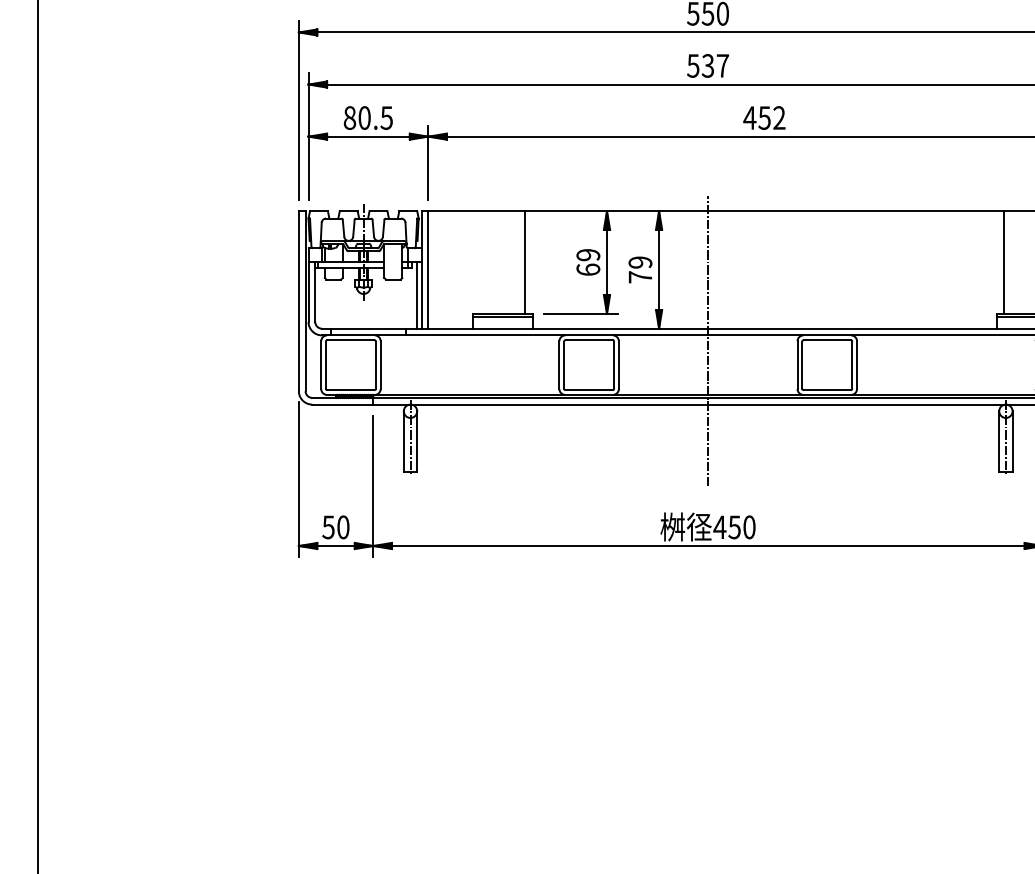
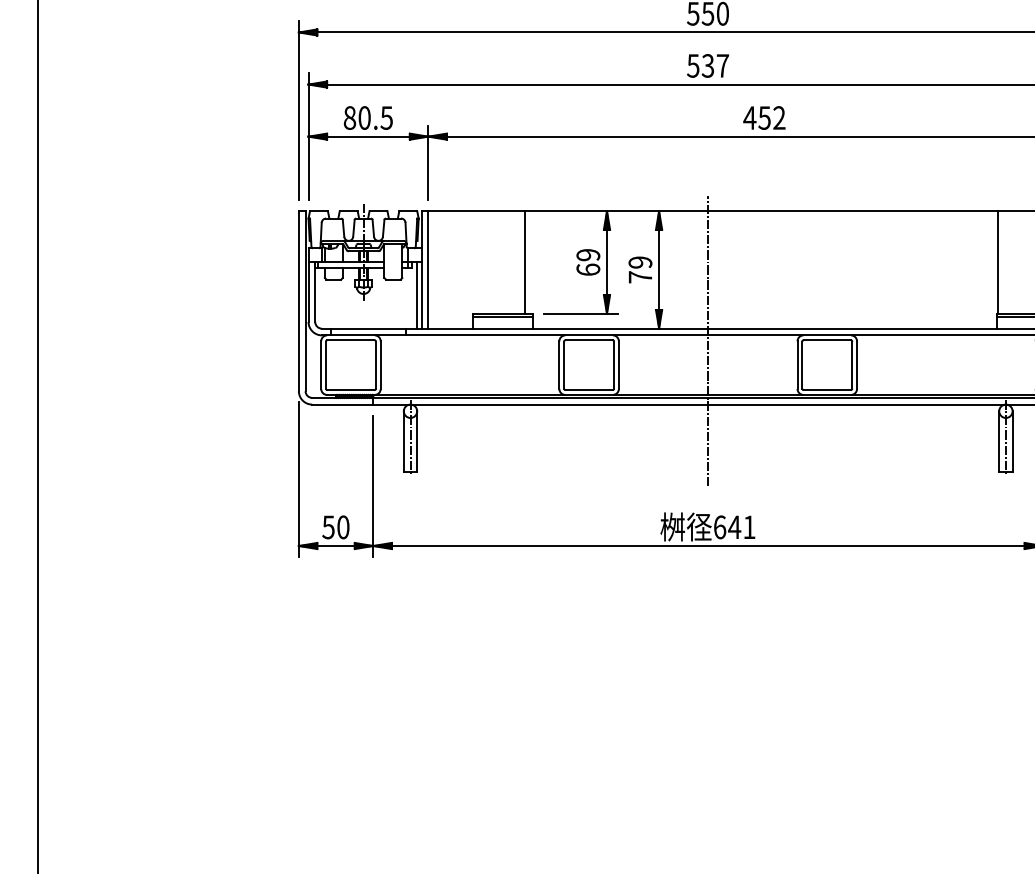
line at (1004, 262) position: (1004, 262) -> (998, 262)
text at (734, 527): 450 -> 641
